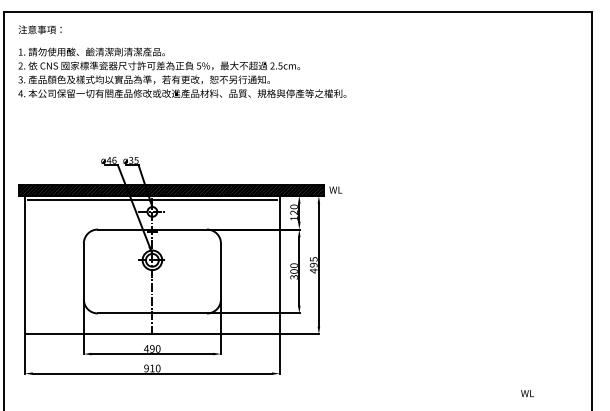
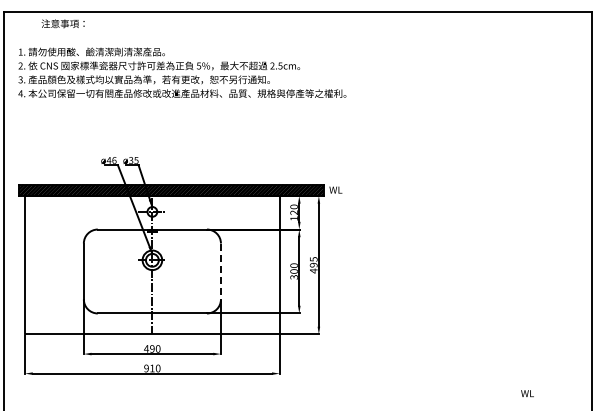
text at (39, 29) position: (39, 29) -> (62, 23)
line at (151, 200): present -> none
line at (220, 271): solid -> dashed
